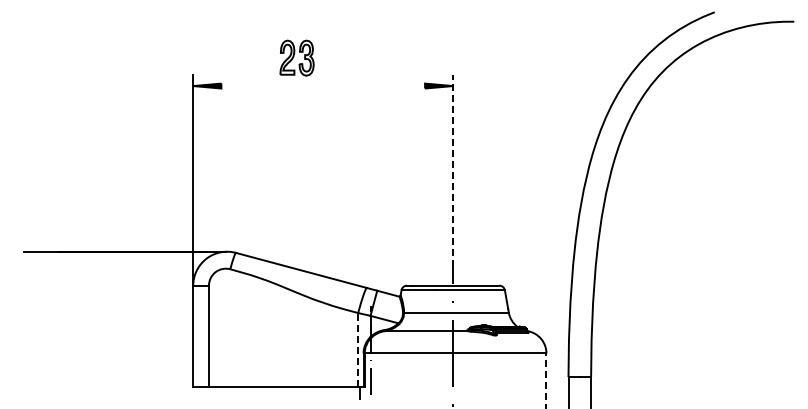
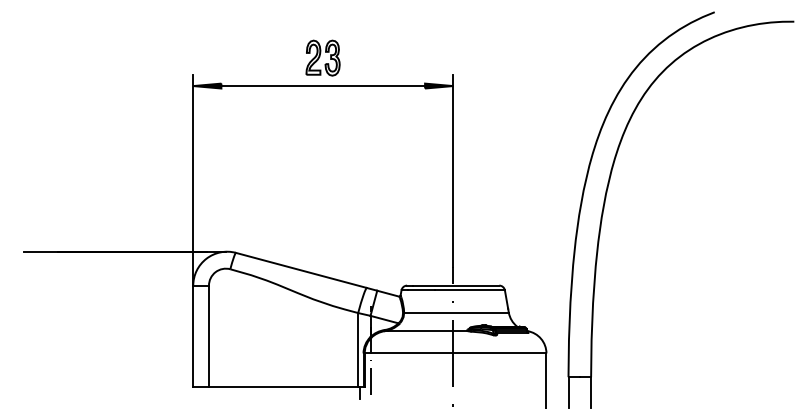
part at (296, 57) position: (296, 57) -> (322, 57)
line at (323, 86): none -> present
line at (453, 170): dashed -> solid
line at (358, 349): dashed -> solid
line at (546, 381): dashed -> solid
